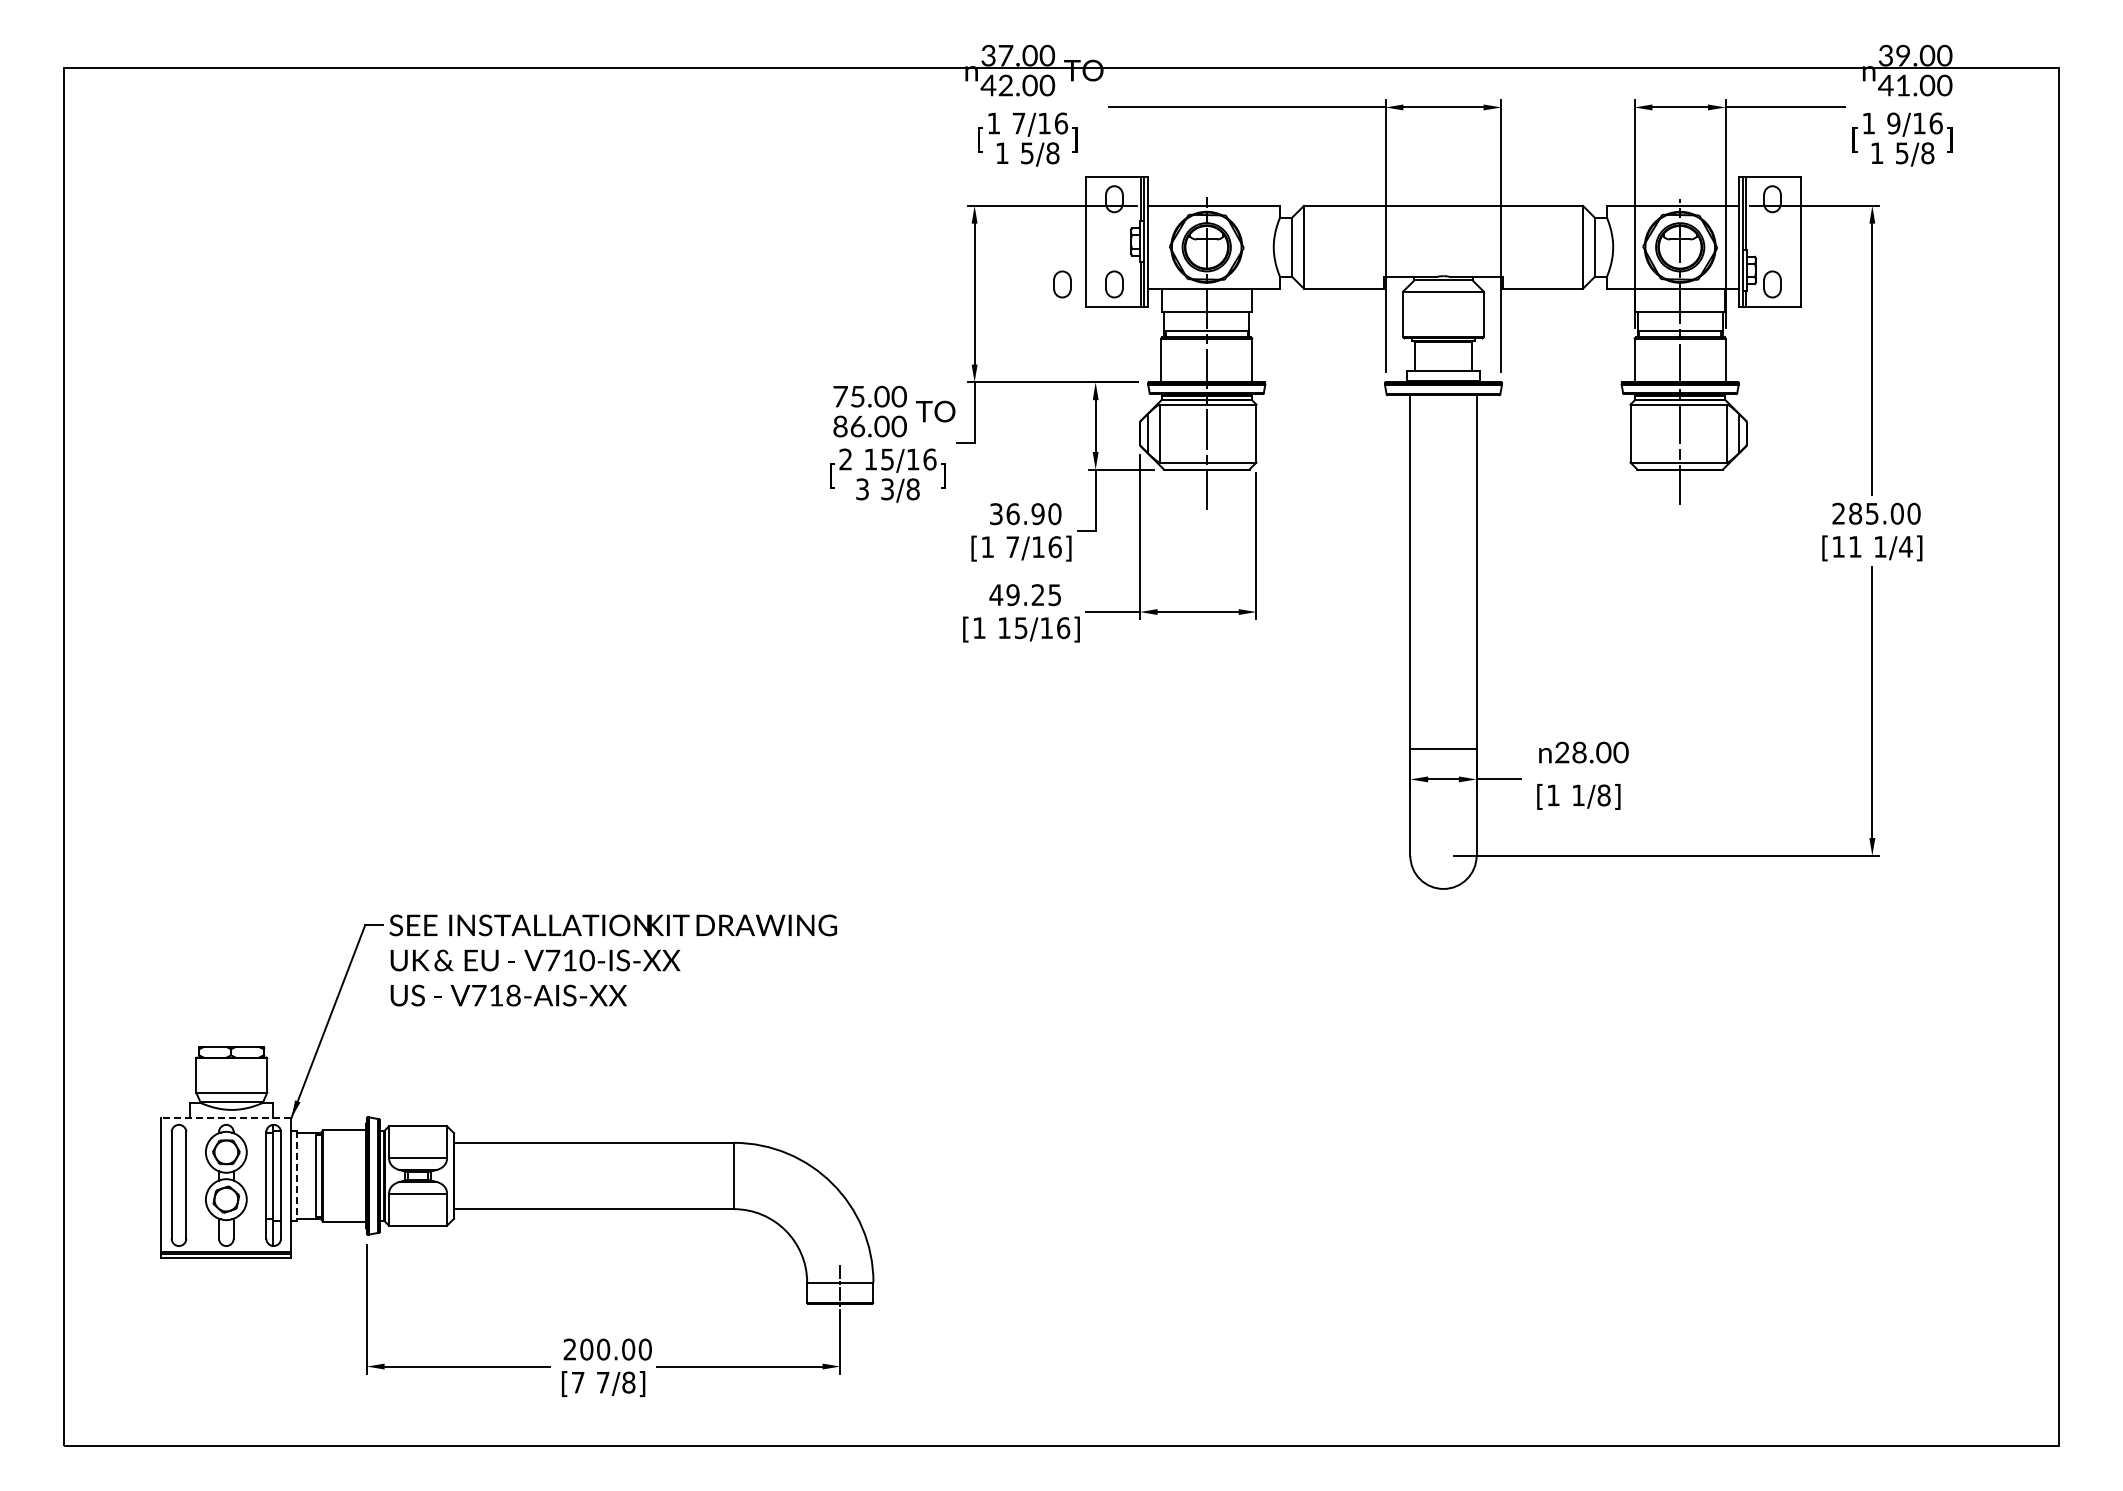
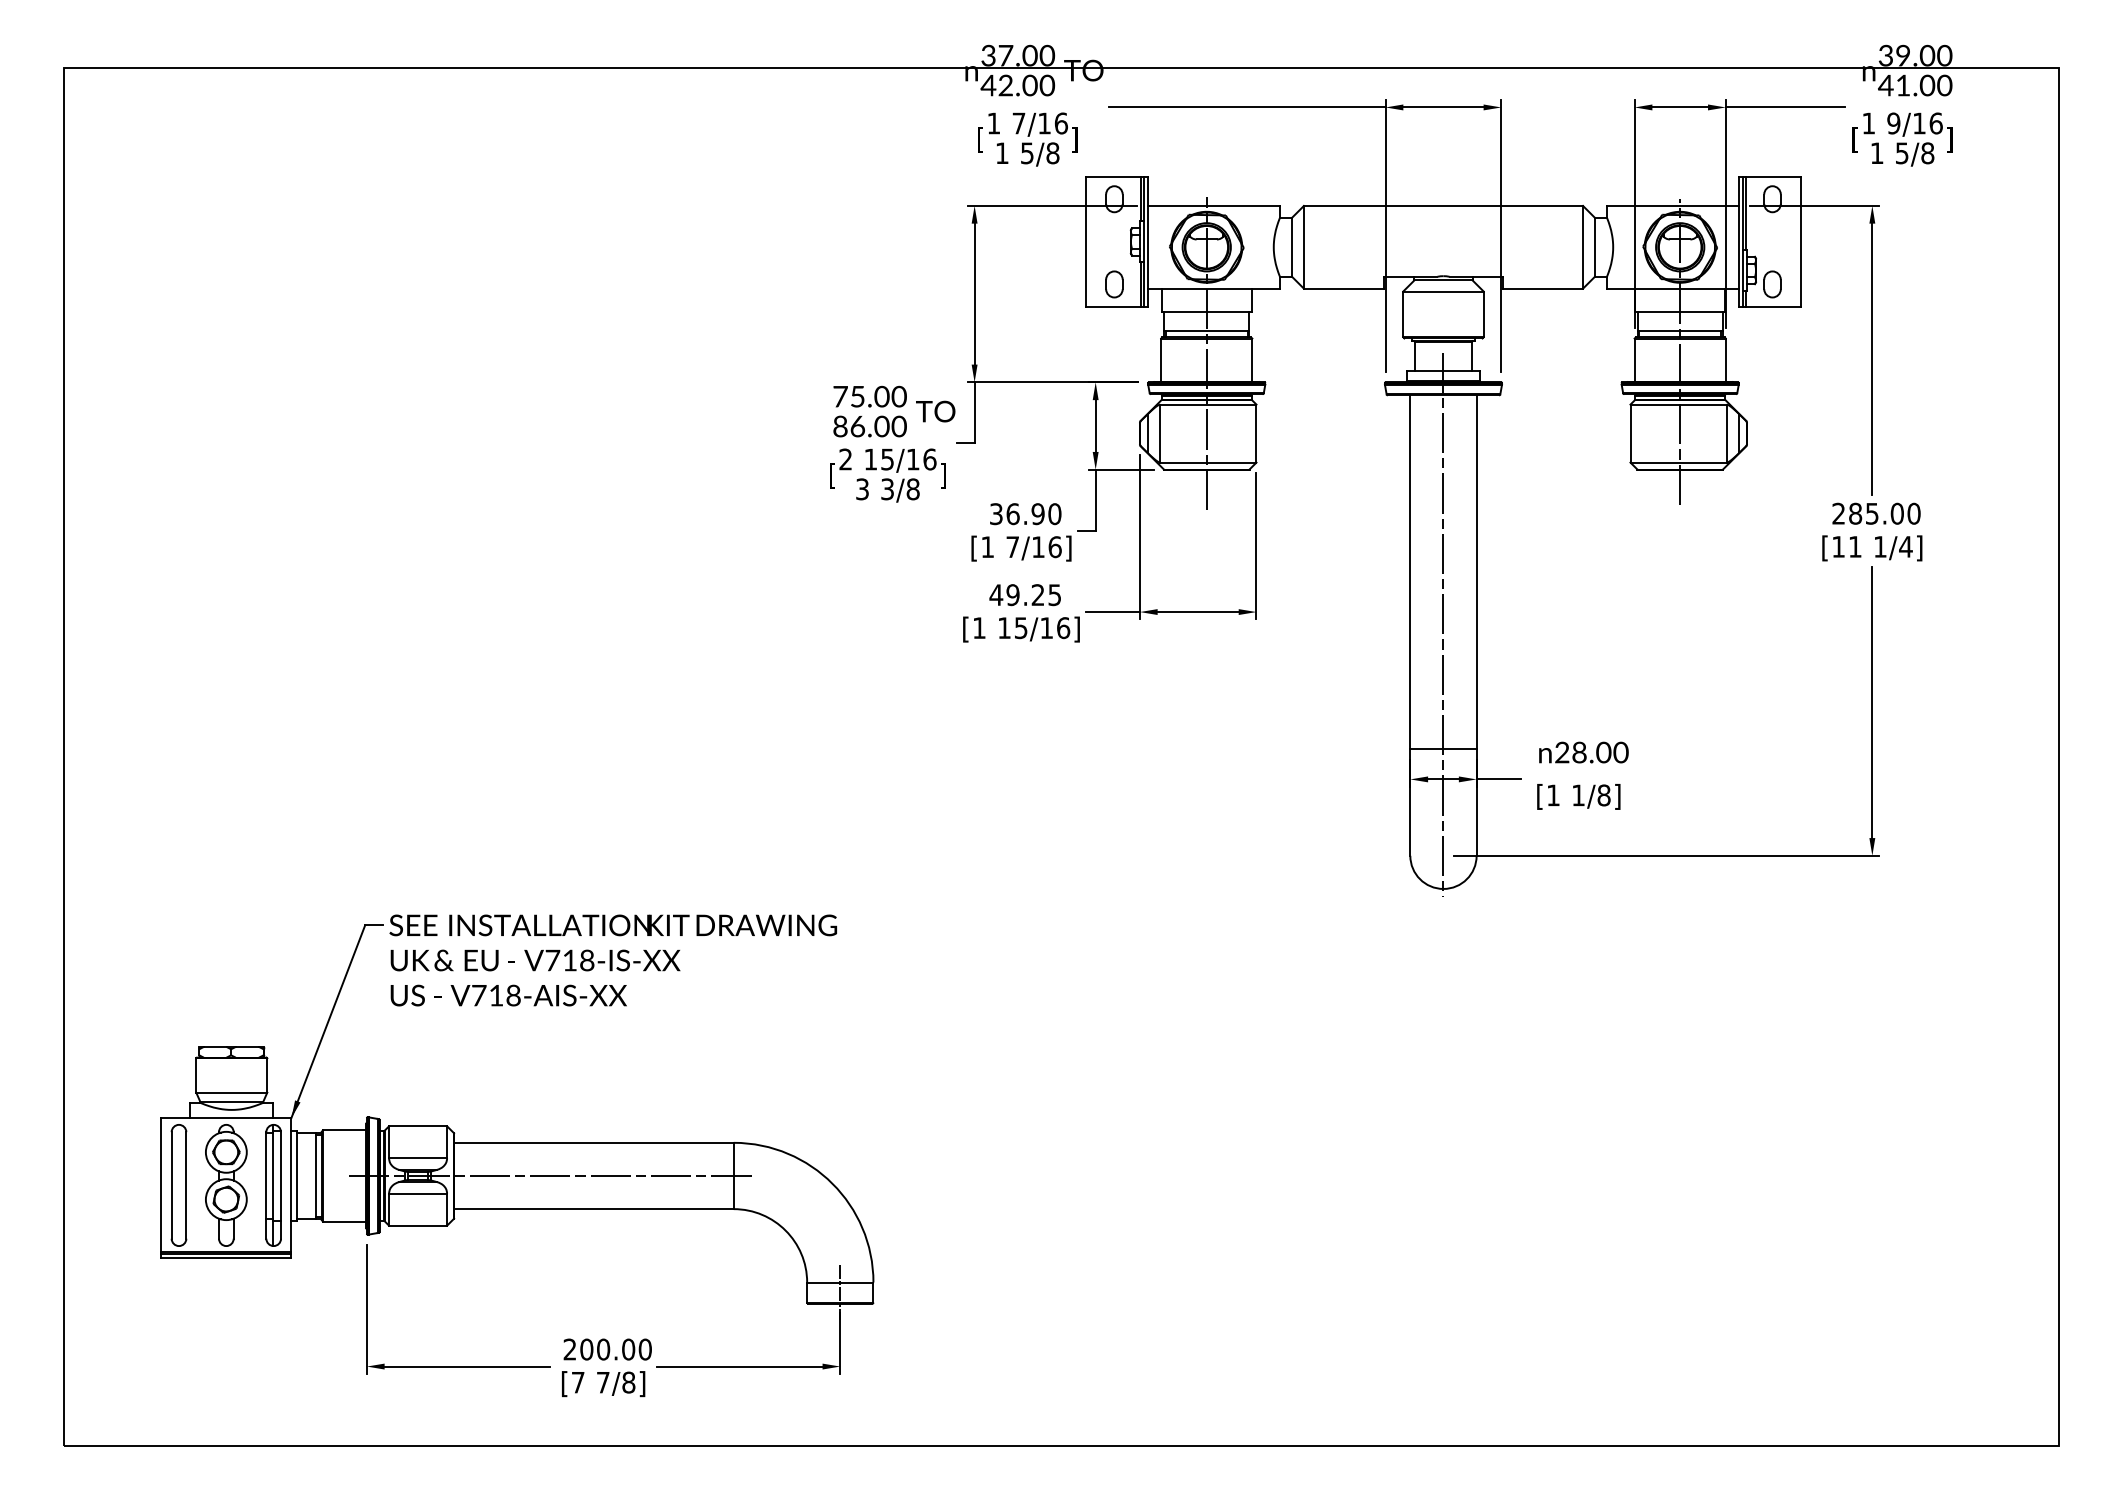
part at (1062, 284): present -> none
line at (1443, 624): none -> present
text at (586, 960): V710-IS-XX -> V718-IS-XX
line at (225, 1117): dashed -> solid
line at (296, 1175): dashed -> solid
line at (550, 1175): none -> present
